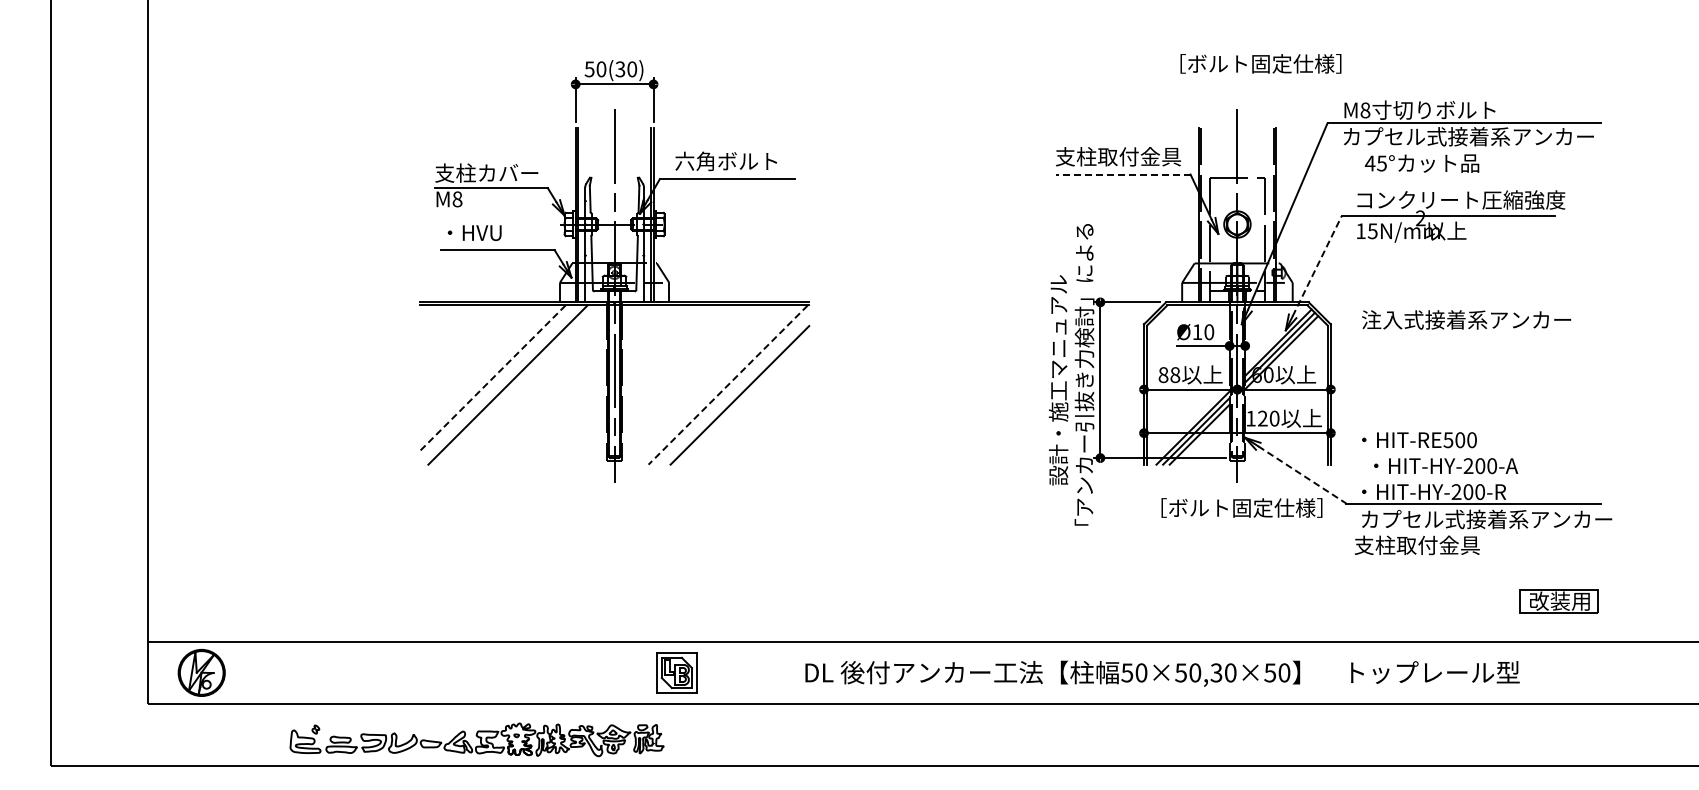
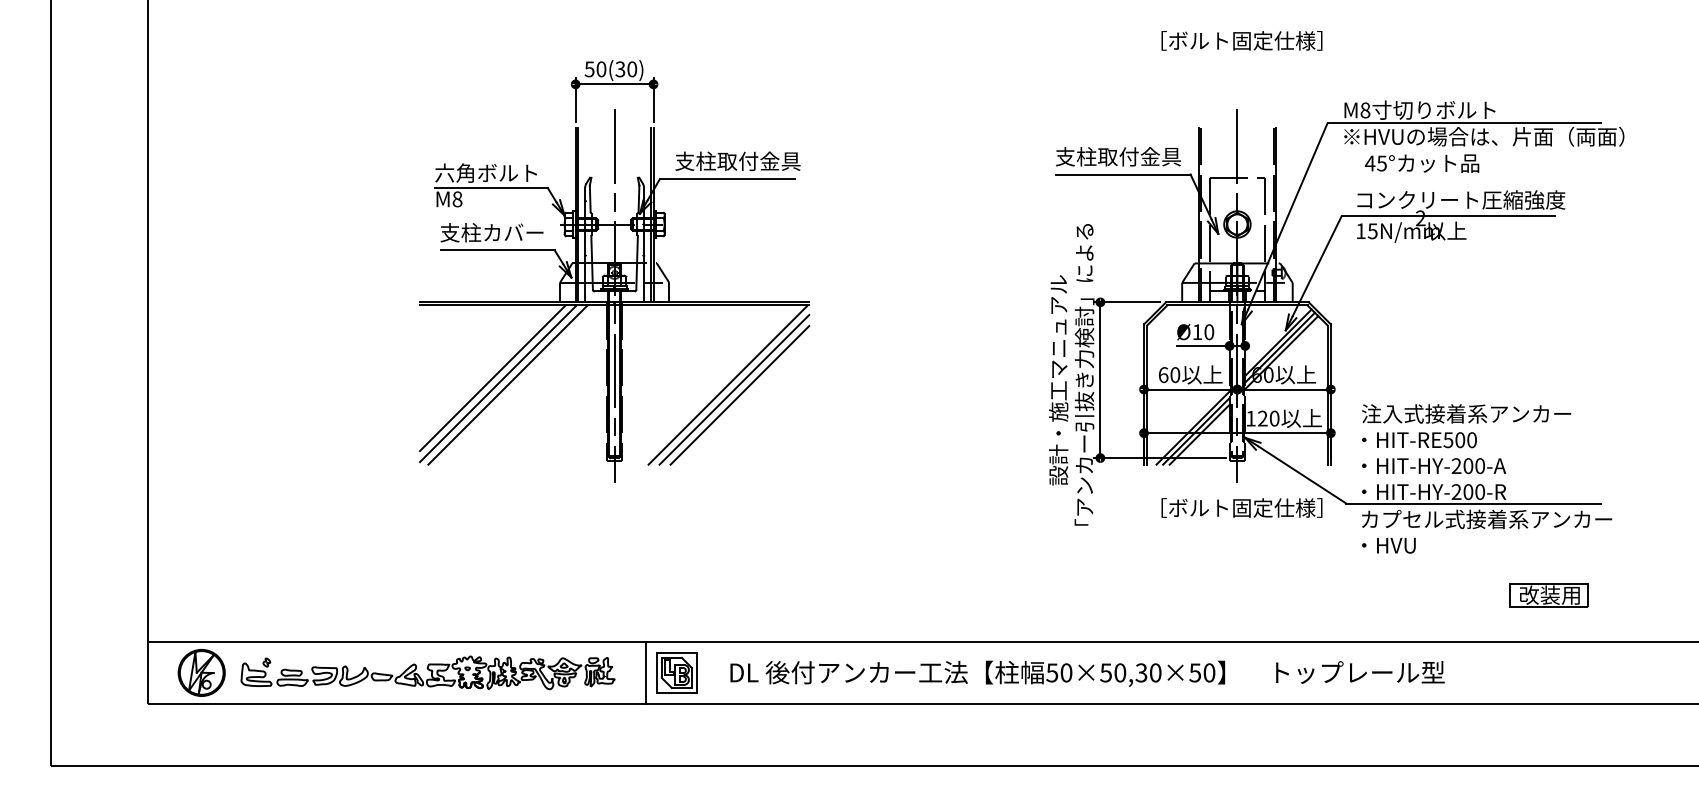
text at (1260, 63) position: (1260, 63) -> (1241, 40)
text at (1483, 136): カプセル式接着系アンカー -> ※HVUの場合は、片面（両面）
text at (737, 161): 六角ボルト -> 支柱取付金具
text at (486, 172): 支柱カバー -> 六角ボルト
line at (1122, 174): dashed -> solid
text at (491, 232): ・HVU -> 支柱カバー
line at (1317, 266): dashed -> solid
text at (1466, 319) position: (1466, 319) -> (1466, 413)
text at (1169, 374): 88 -> 60
line at (492, 378): dashed -> solid
line at (497, 383): none -> present
line at (728, 385): dashed -> solid
line at (734, 389): none -> present
text at (1446, 466) position: (1446, 466) -> (1434, 466)
line at (1302, 474): dashed -> solid
text at (1416, 545): 支柱取付金具 -> ・HVU
part at (1558, 601) position: (1558, 601) -> (1548, 595)
line at (645, 672): none -> present
text at (1162, 673) position: (1162, 673) -> (1087, 673)
part at (476, 739) position: (476, 739) -> (427, 672)
